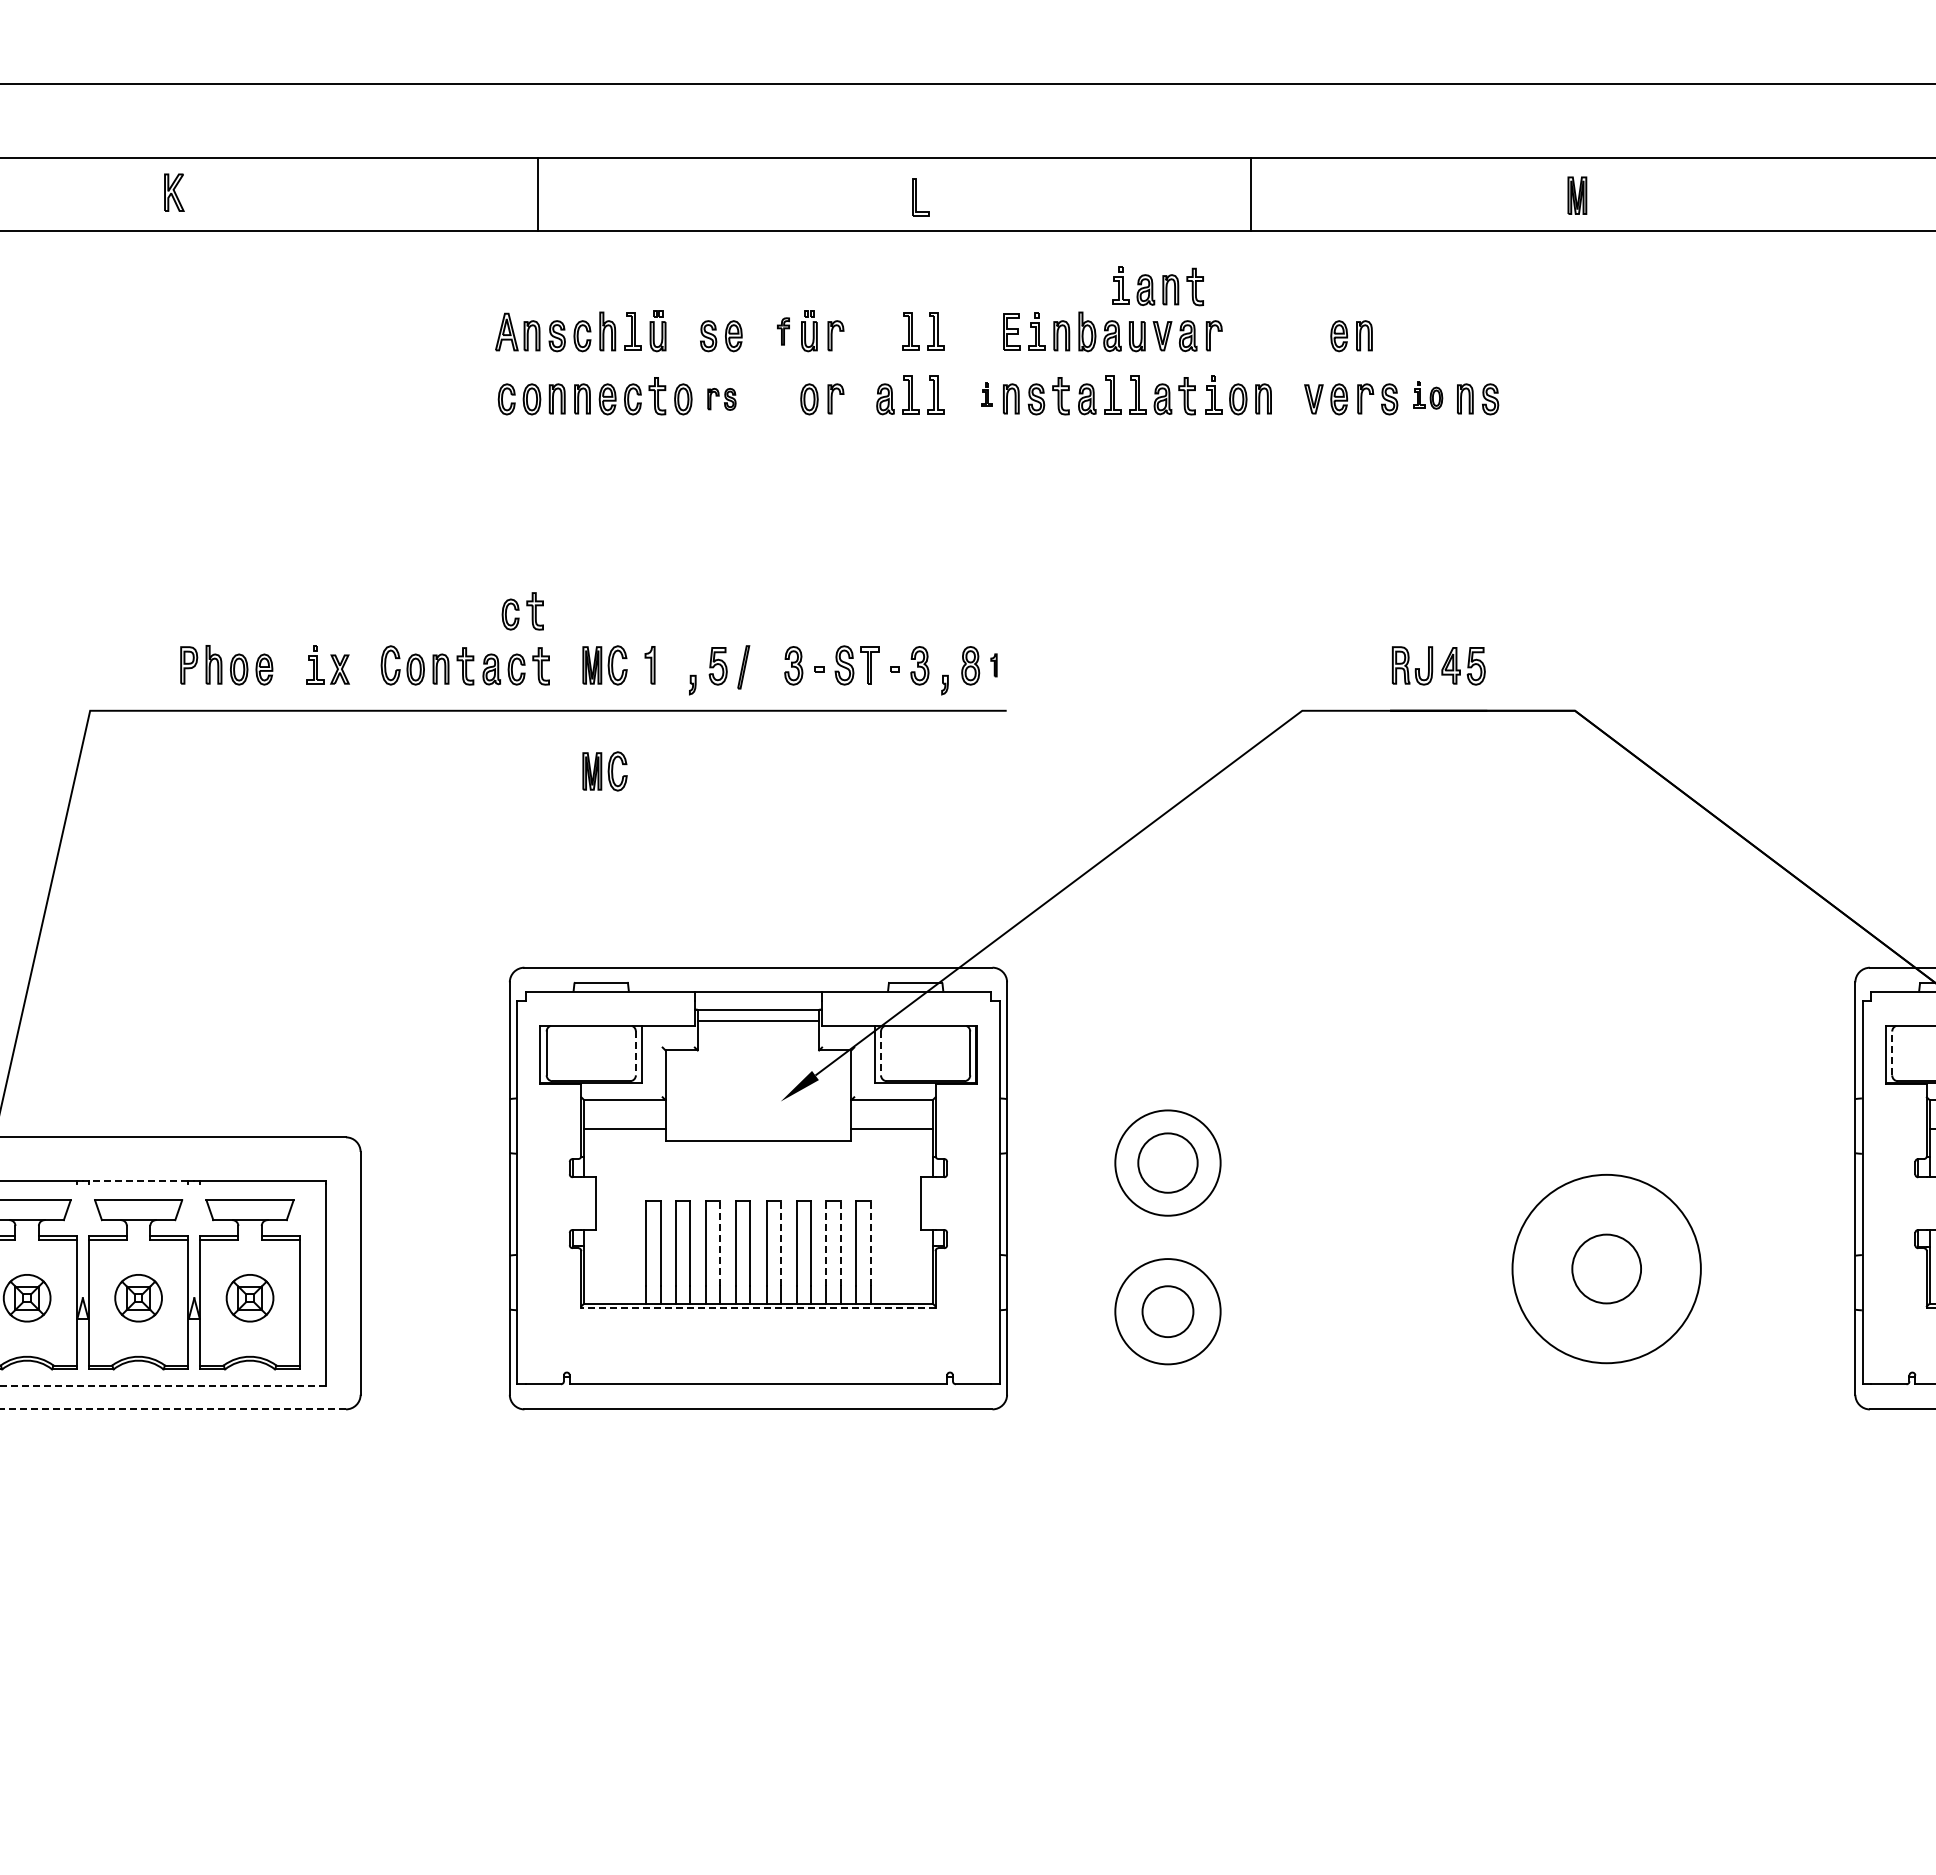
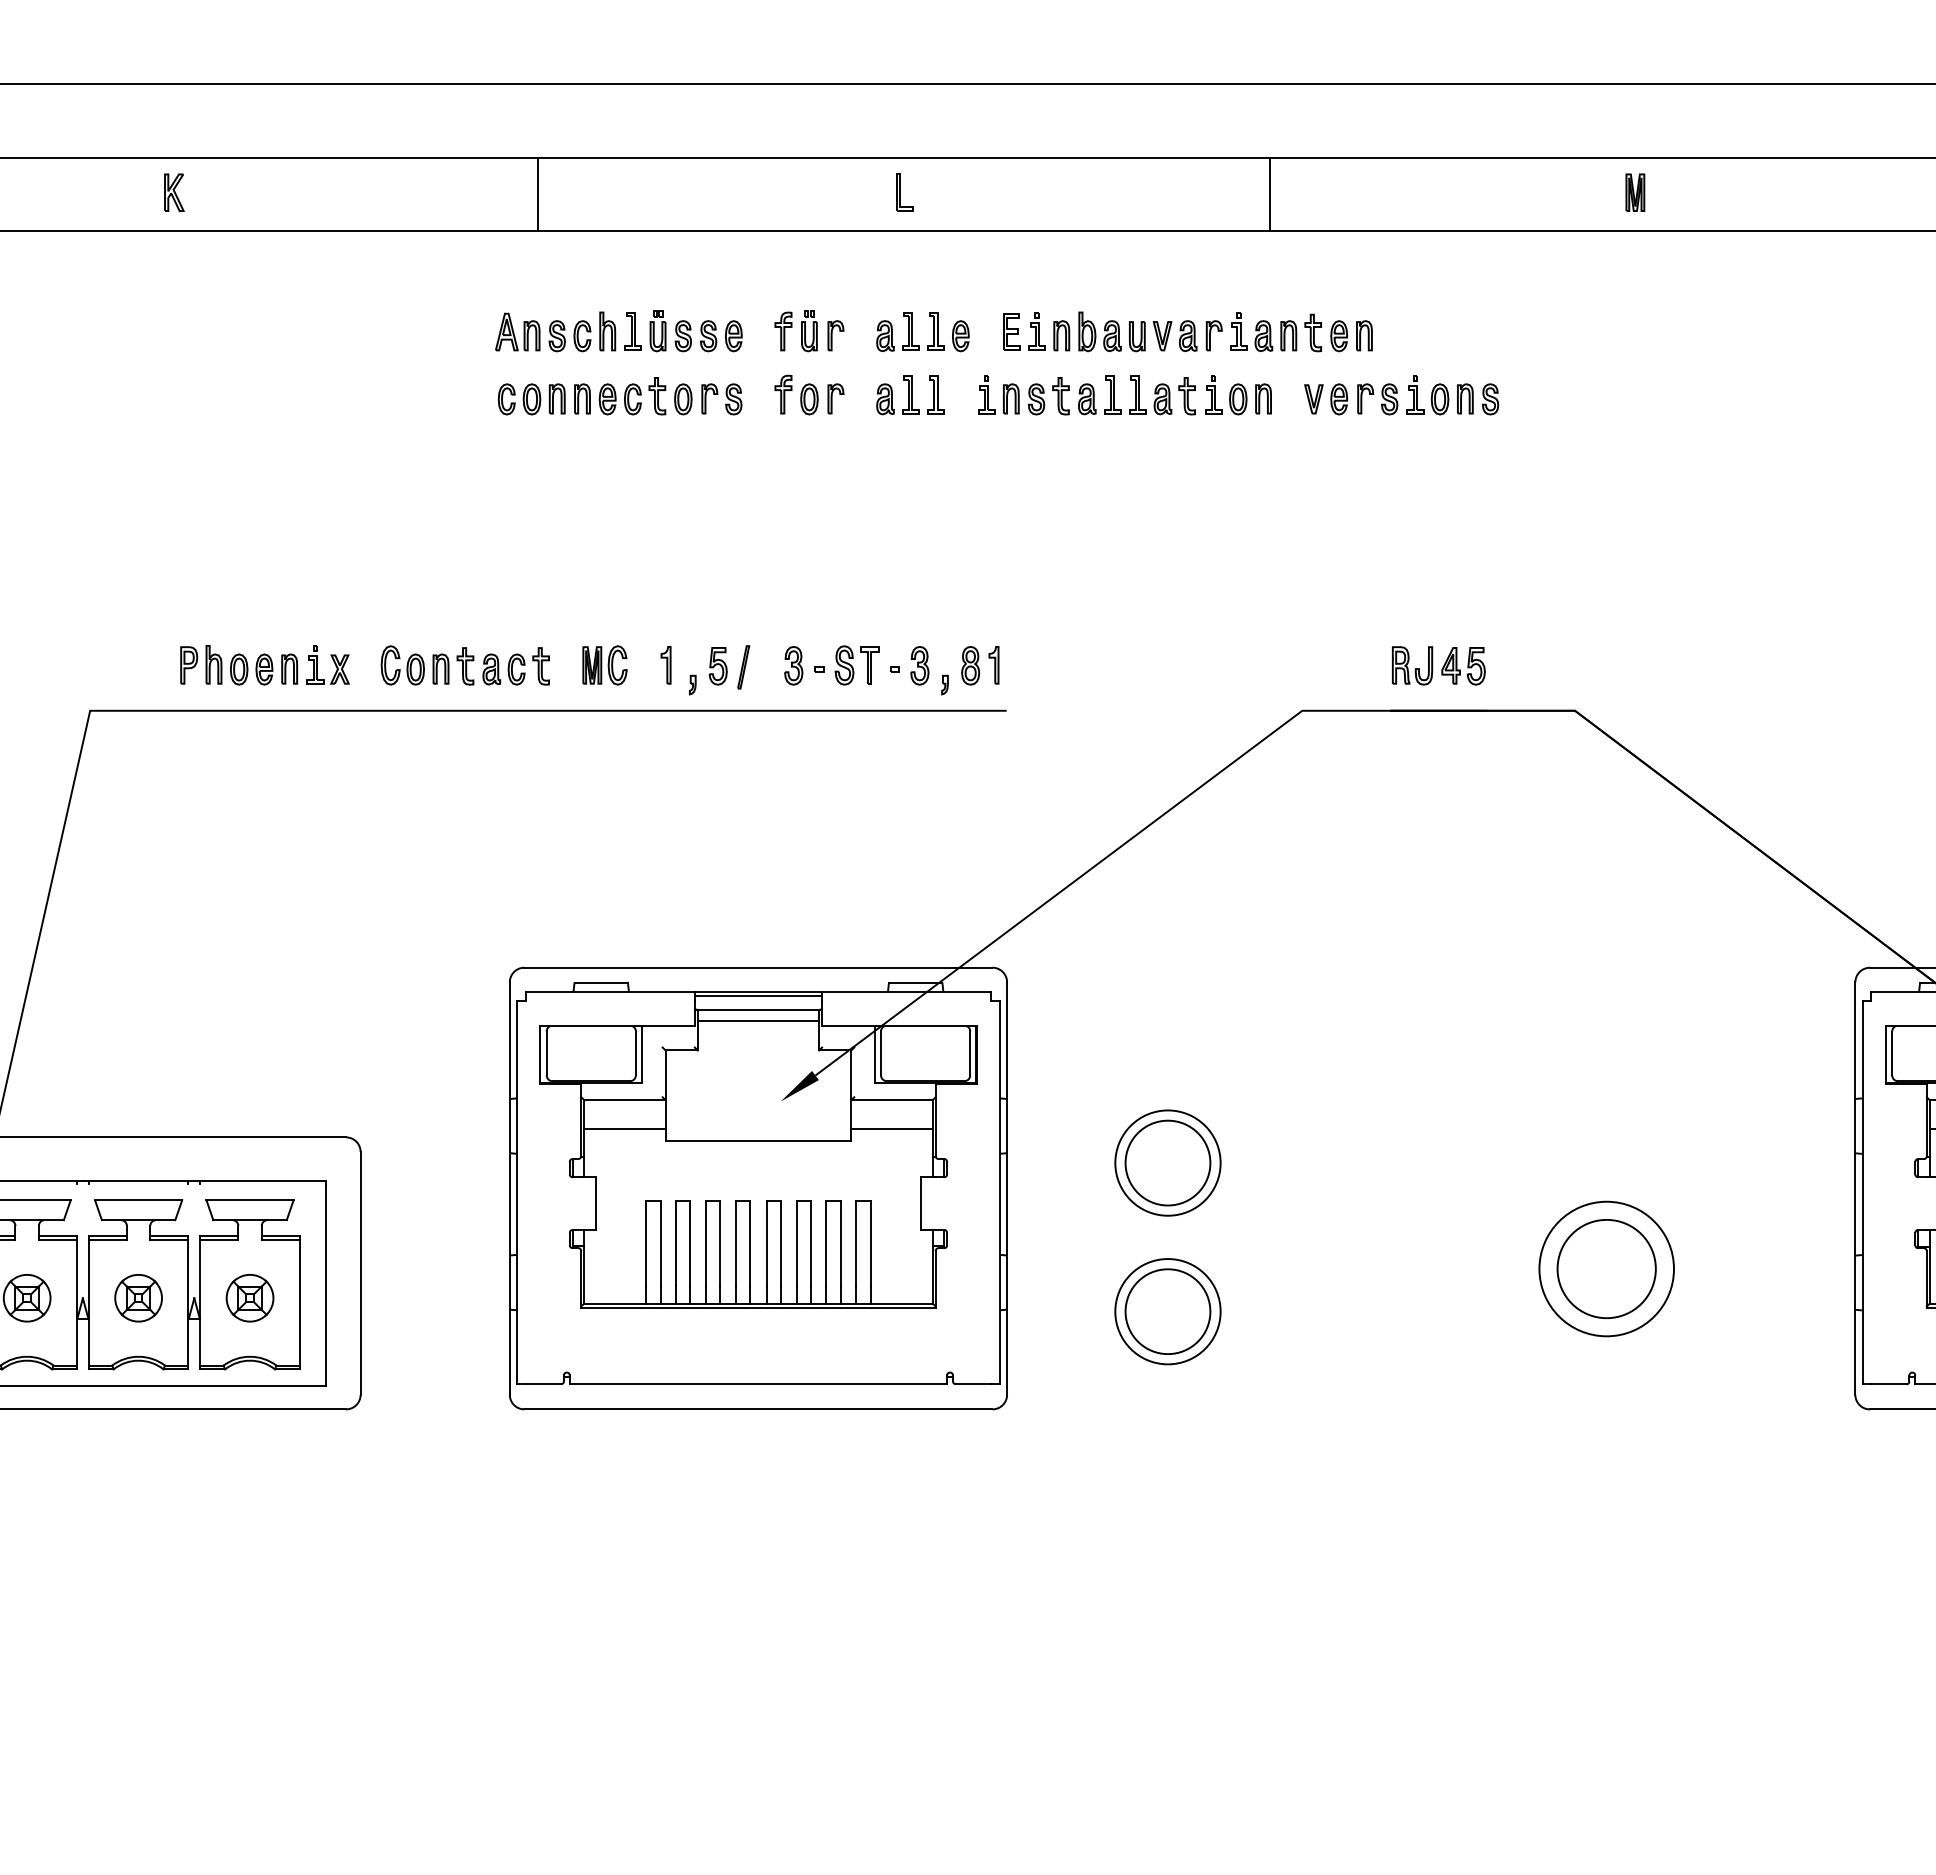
line at (1250, 193) position: (1250, 193) -> (1269, 193)
part at (1577, 195) position: (1577, 195) -> (1635, 192)
part at (920, 197) position: (920, 197) -> (904, 192)
part at (1157, 286) position: (1157, 286) -> (1275, 332)
part at (783, 331) size: 13x29 px -> 19x41 px
part at (885, 335): none -> present
part at (682, 336): none -> present
part at (960, 336): none -> present
part at (783, 394): none -> present
part at (986, 394) size: 12x25 px -> 18x40 px
part at (1428, 395) size: 31x29 px -> 44x41 px
part at (721, 399) size: 30x23 px -> 42x33 px
part at (522, 611): present -> none
part at (649, 665) position: (649, 665) -> (665, 665)
part at (993, 665) size: 8x25 px -> 12x39 px
part at (289, 668): none -> present
part at (604, 771): present -> none
line at (758, 996): none -> present
line at (635, 1053): dashed -> solid
line at (881, 1053): dashed -> solid
line at (1892, 1053): dashed -> solid
circle at (1167, 1162) diameter: 59 px -> 85 px
line at (138, 1181): dashed -> solid
line at (720, 1243): dashed -> solid
line at (781, 1243): dashed -> solid
line at (826, 1243): dashed -> solid
line at (841, 1243): dashed -> solid
line at (870, 1243): dashed -> solid
circle at (1606, 1268) diameter: 188 px -> 135 px
circle at (1606, 1268) diameter: 69 px -> 98 px
line at (757, 1308): dashed -> solid
circle at (1167, 1311) diameter: 51 px -> 85 px
line at (163, 1386): dashed -> solid
line at (173, 1409): dashed -> solid
